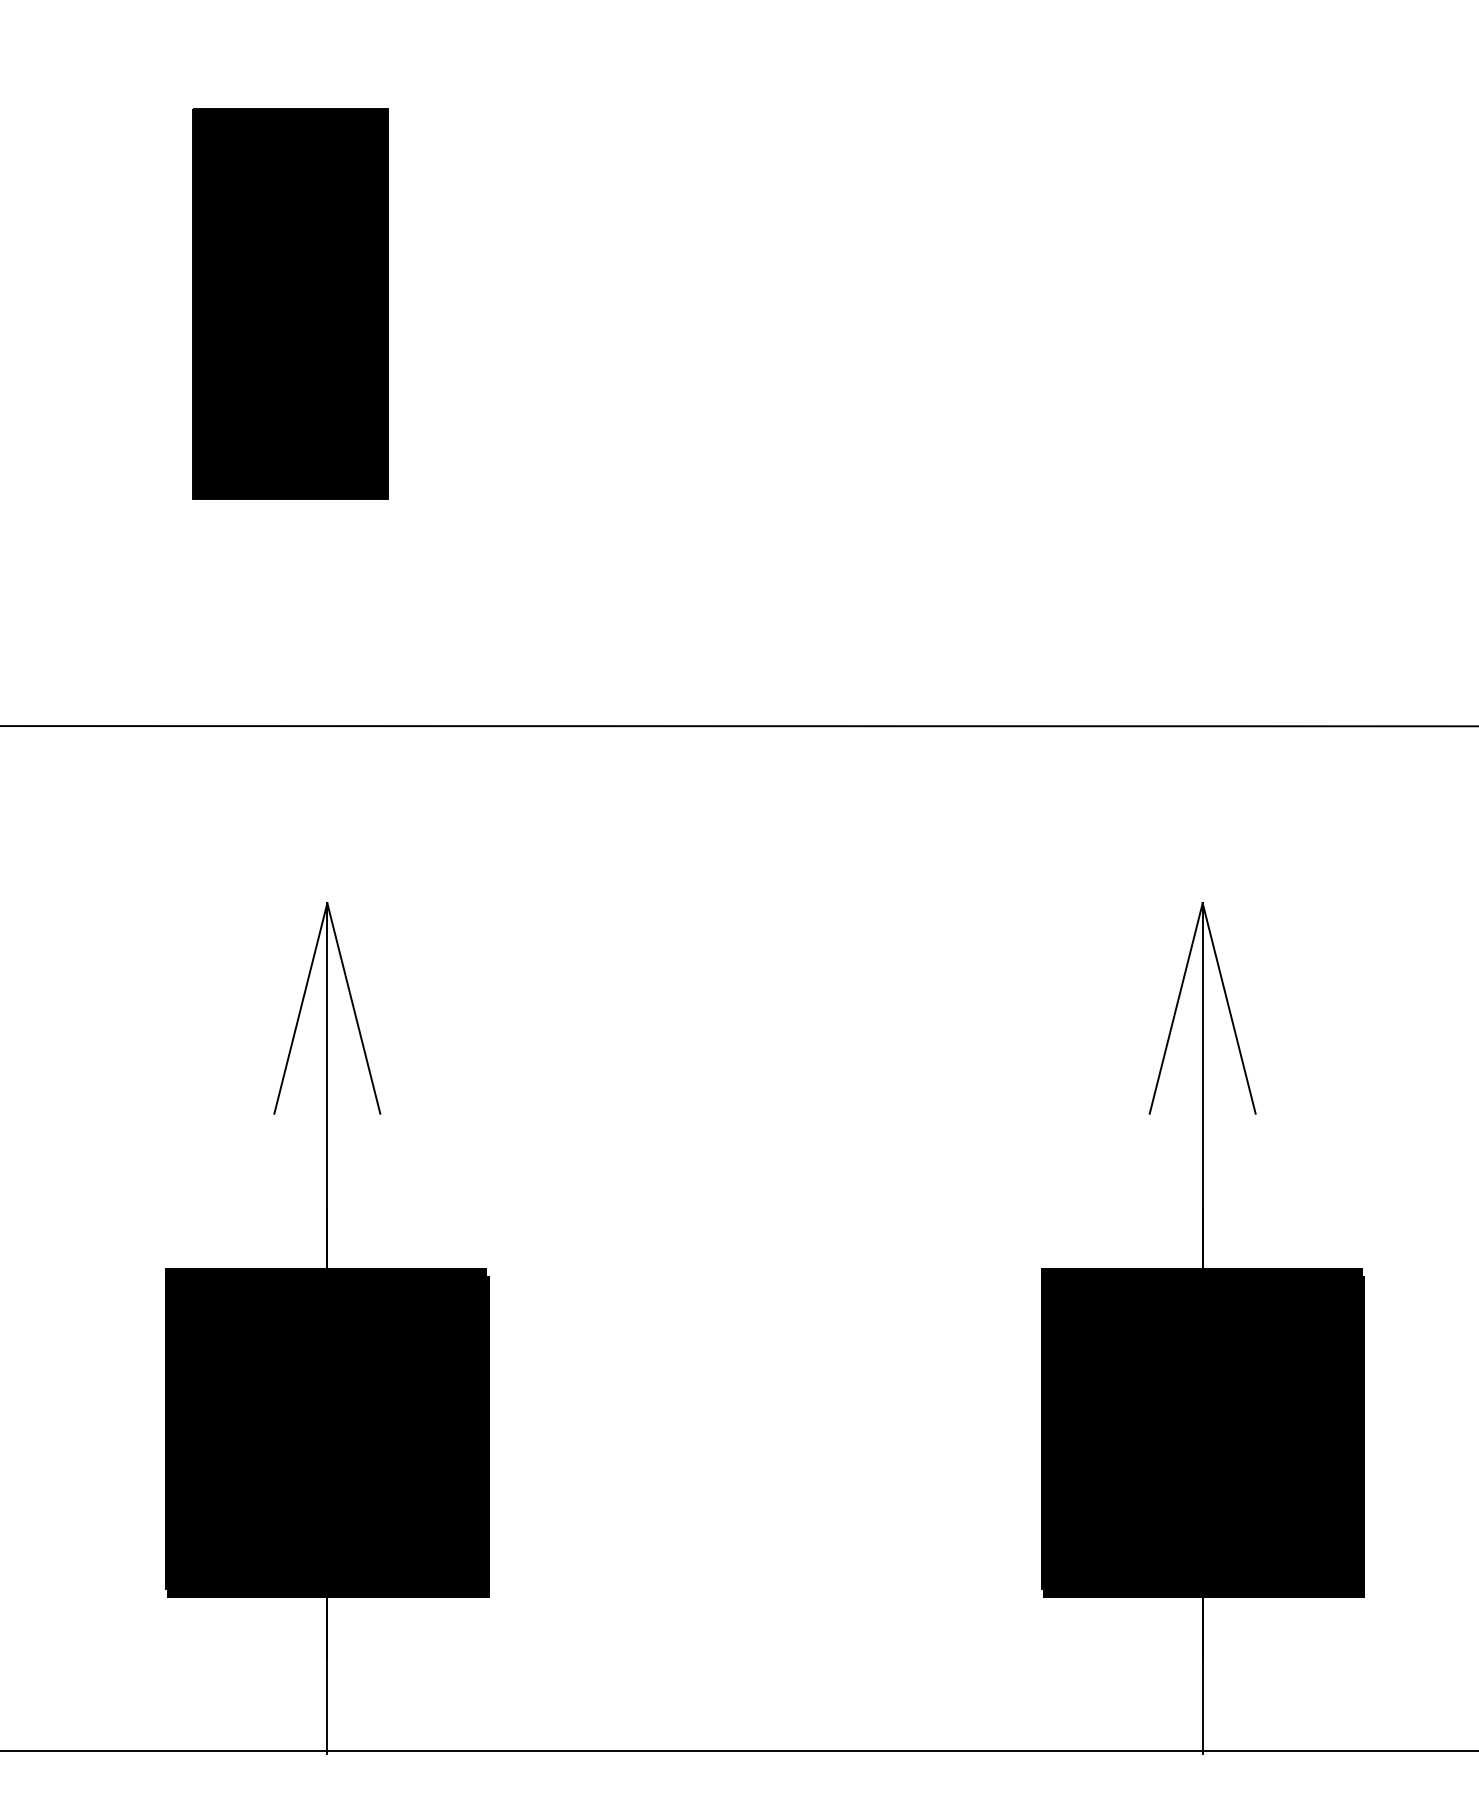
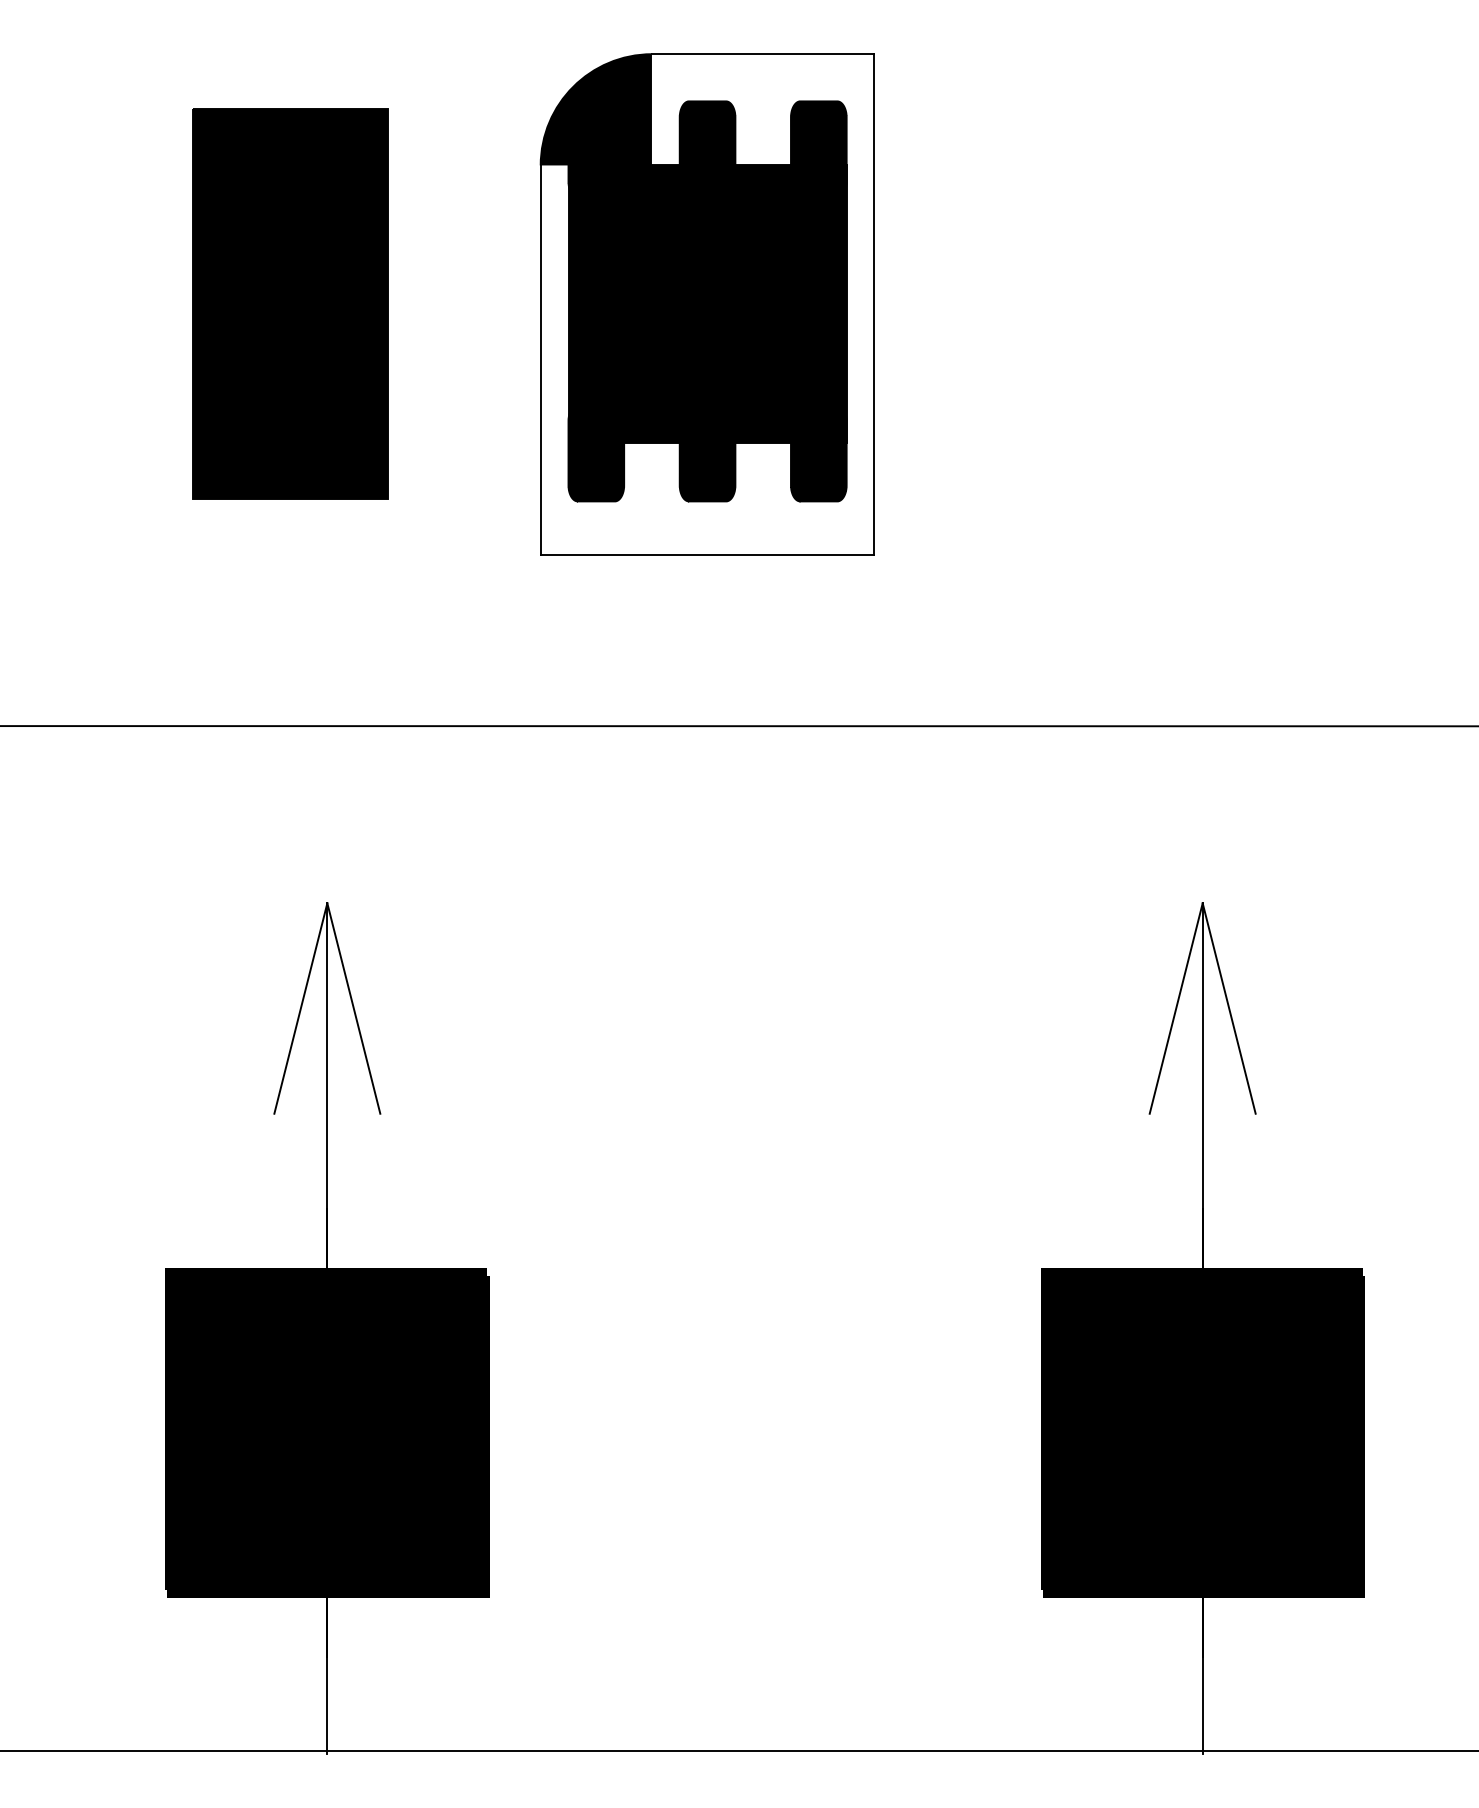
part at (706, 304): none -> present
